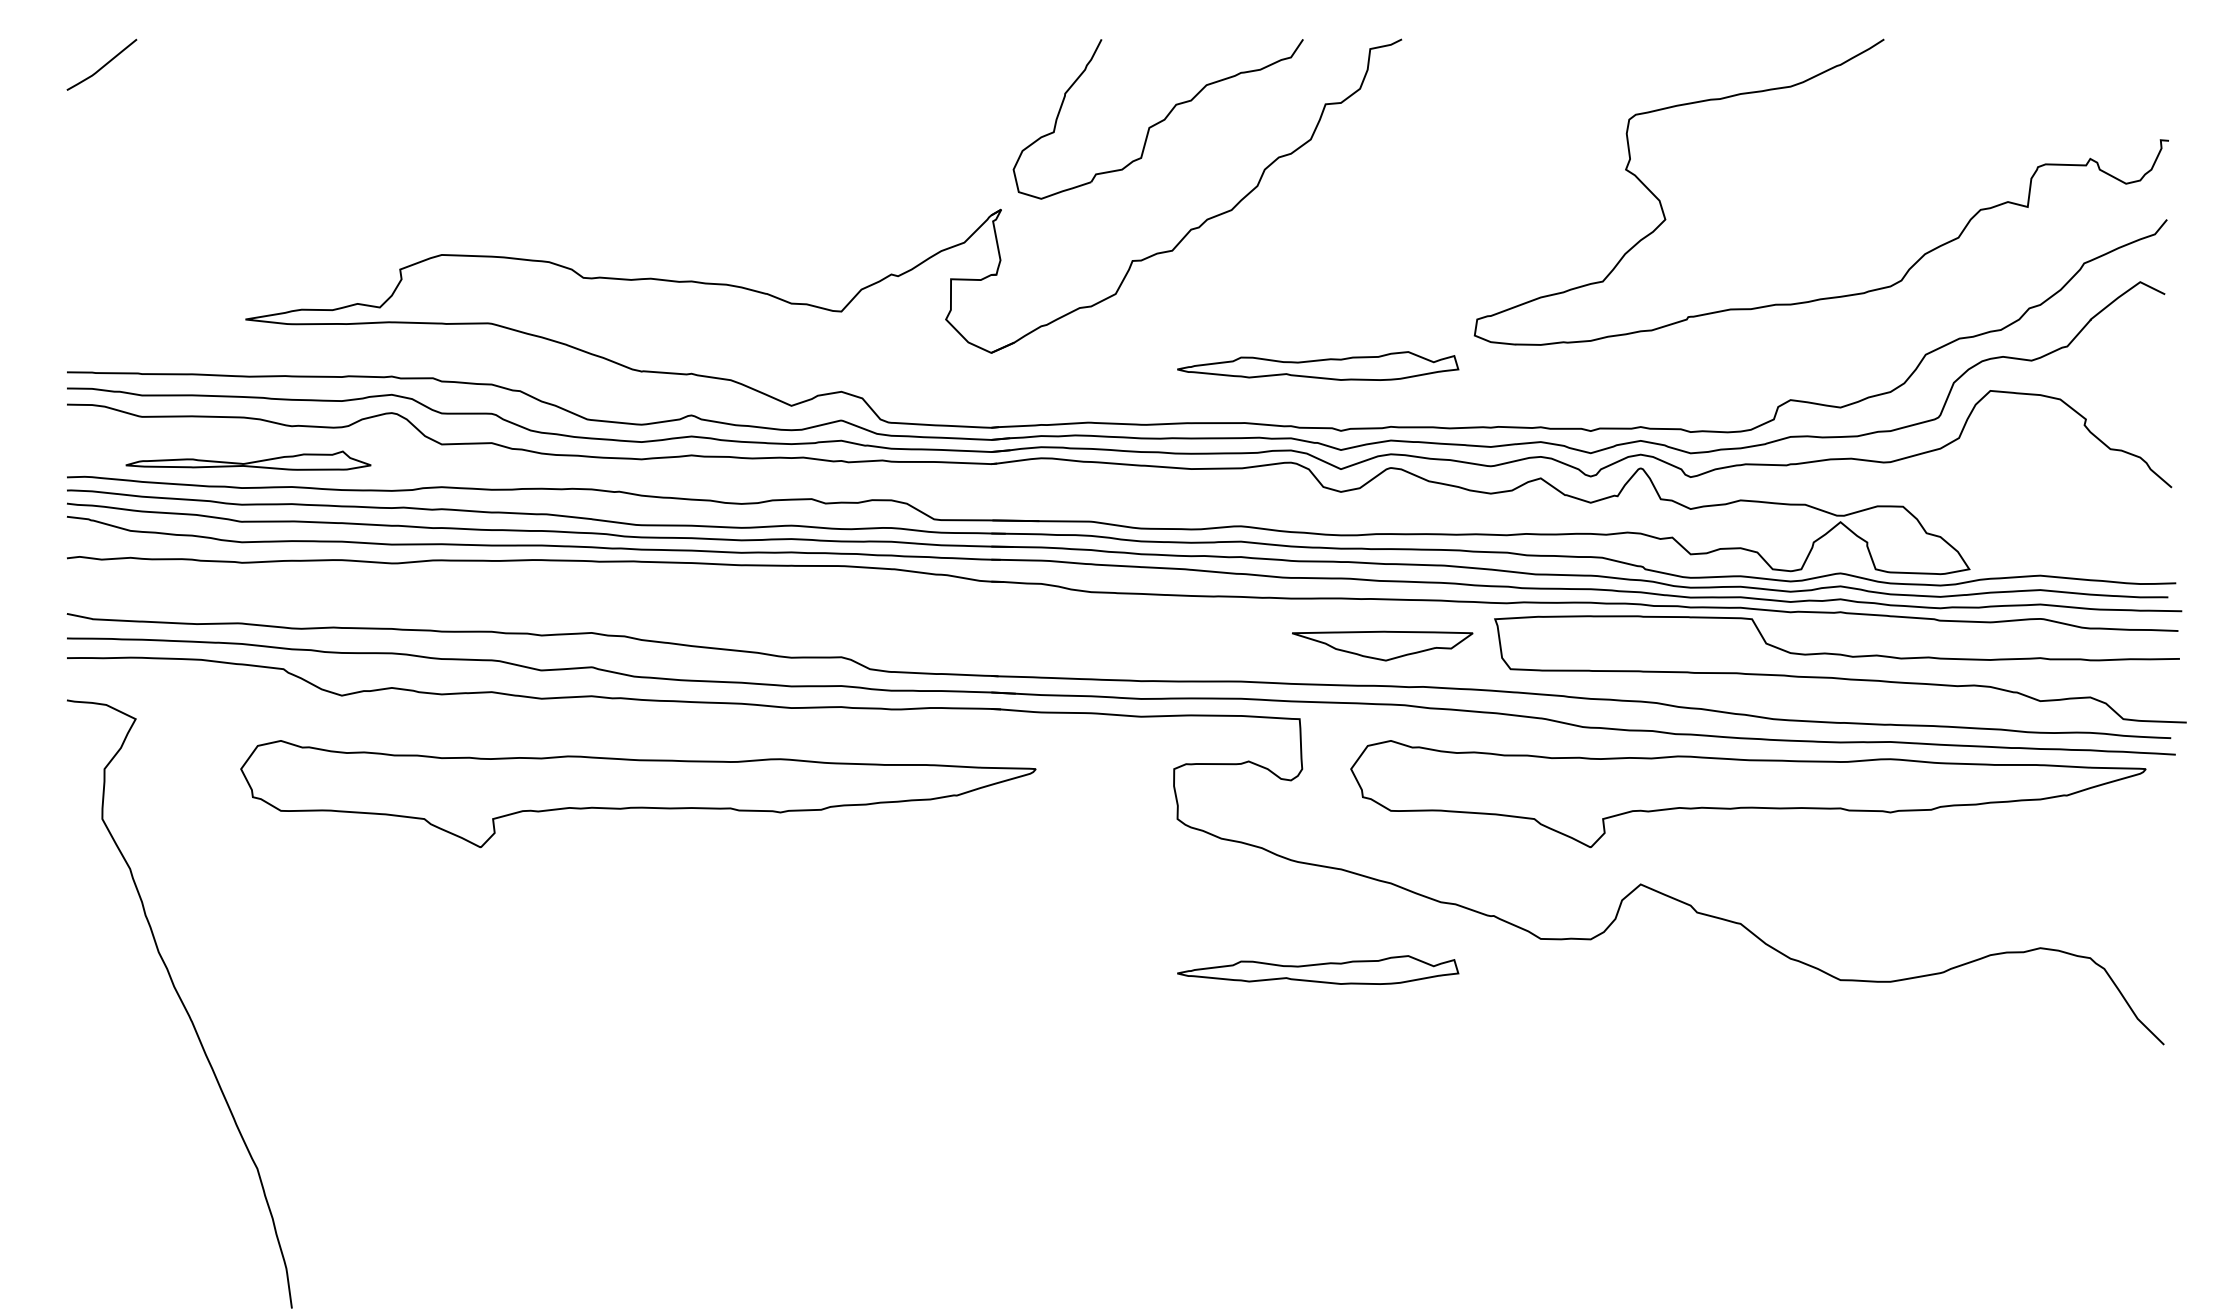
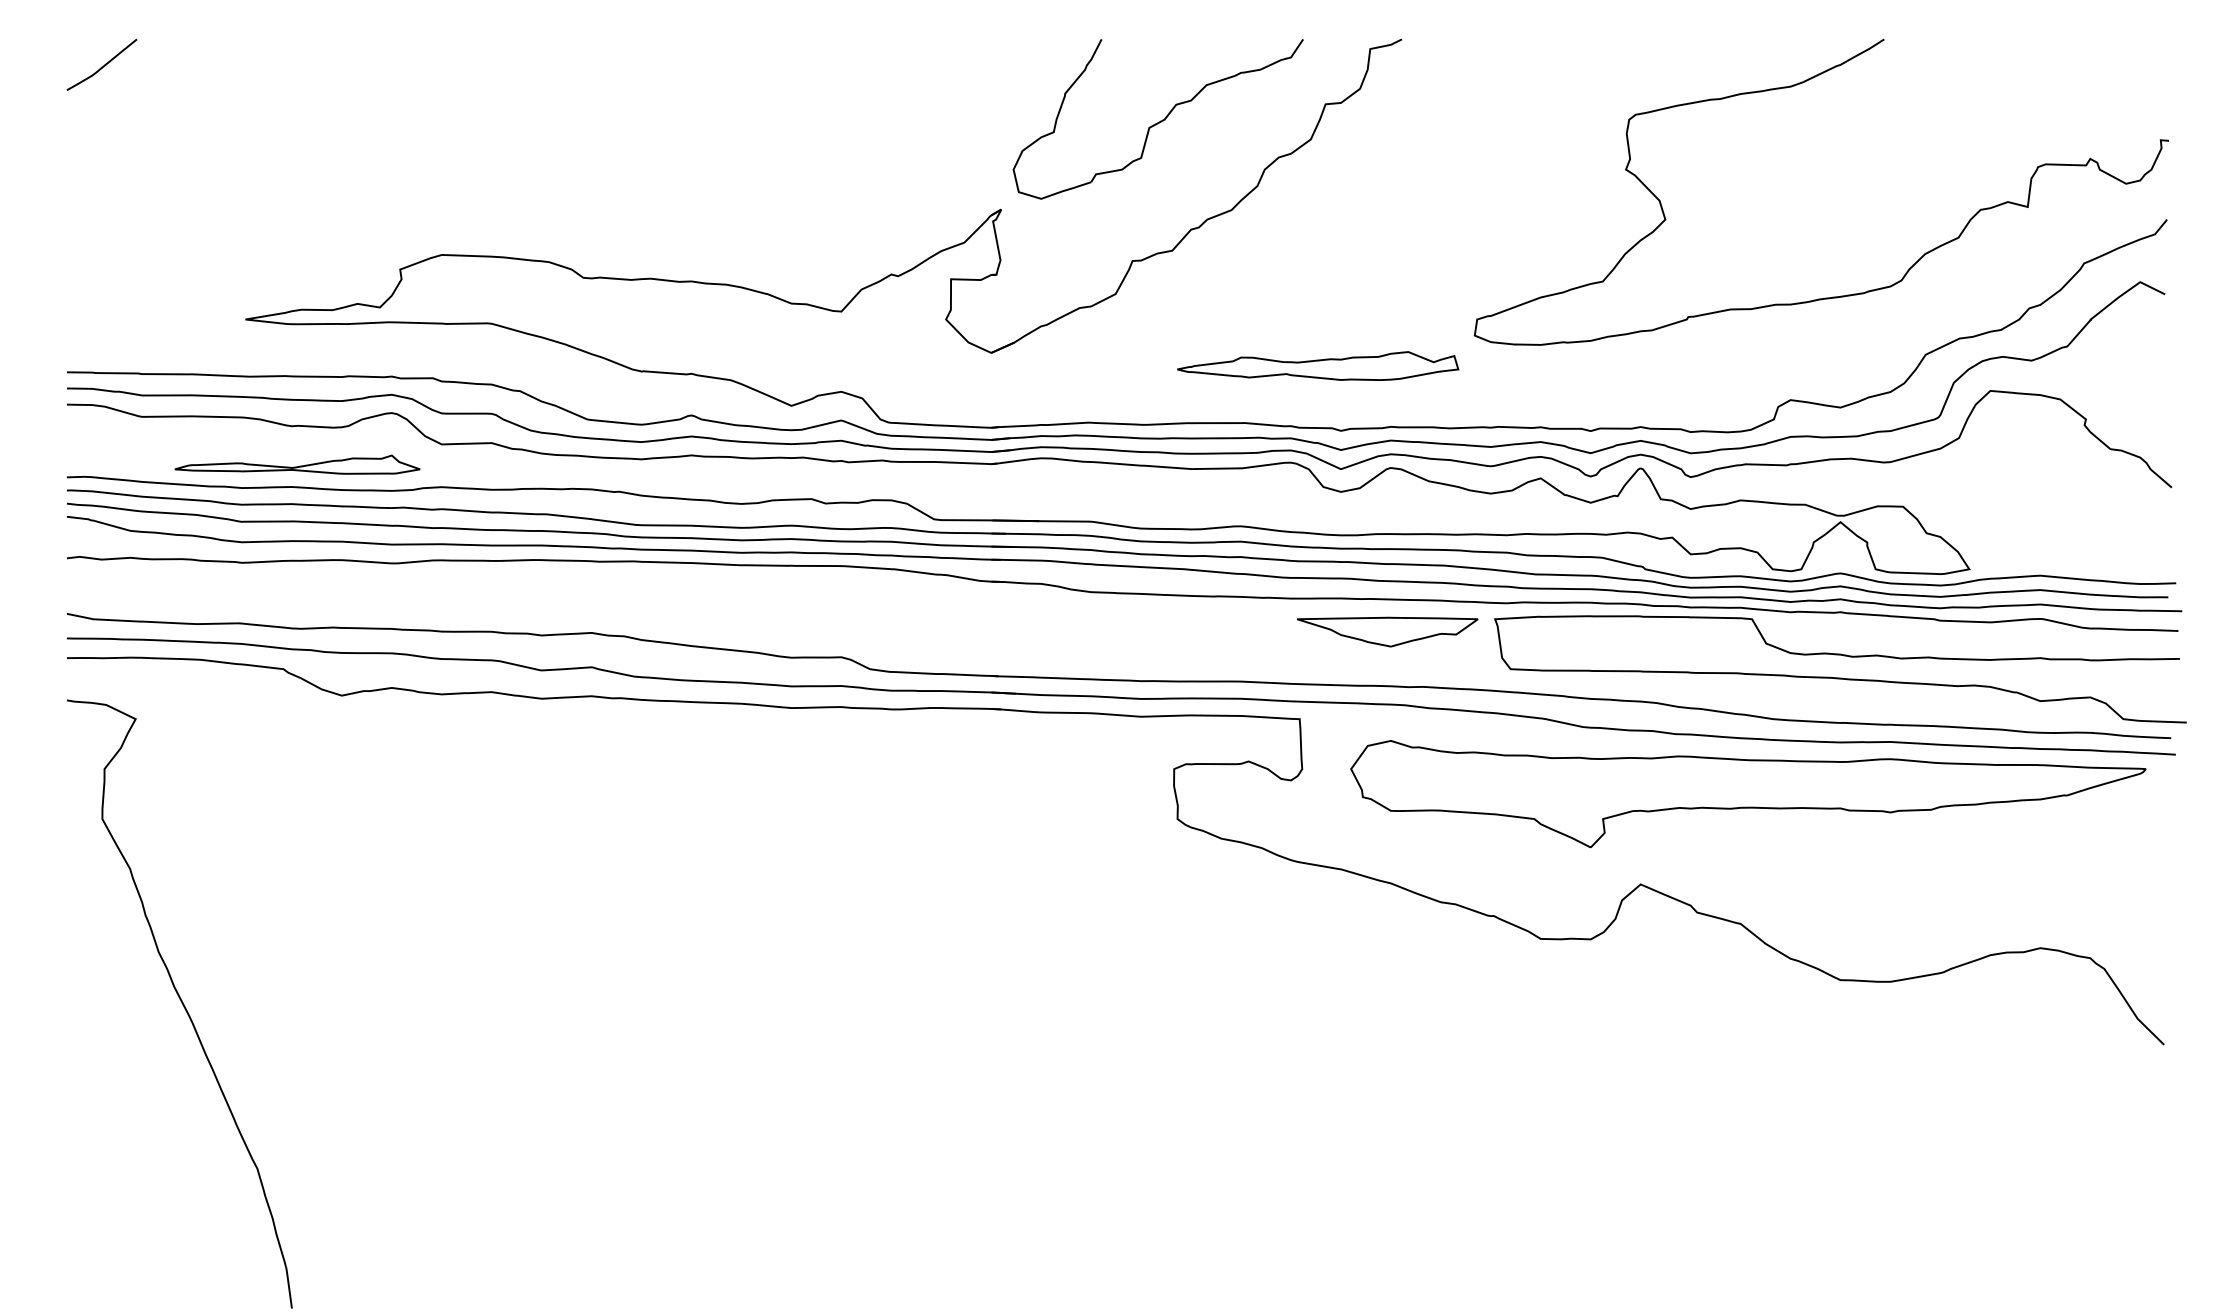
part at (248, 460) position: (248, 460) -> (297, 464)
part at (1382, 645) position: (1382, 645) -> (1387, 631)
part at (638, 794): present -> none
part at (1318, 969): present -> none
